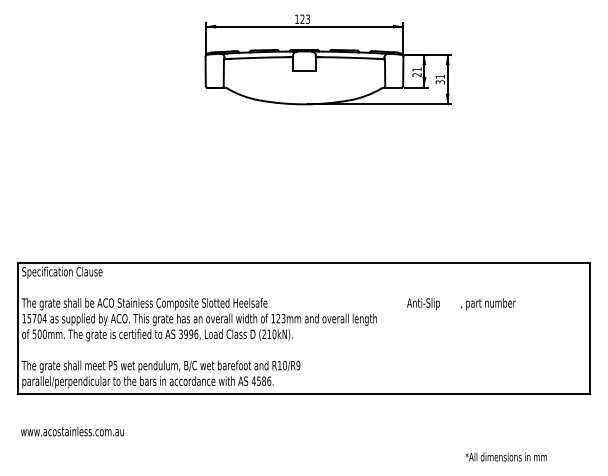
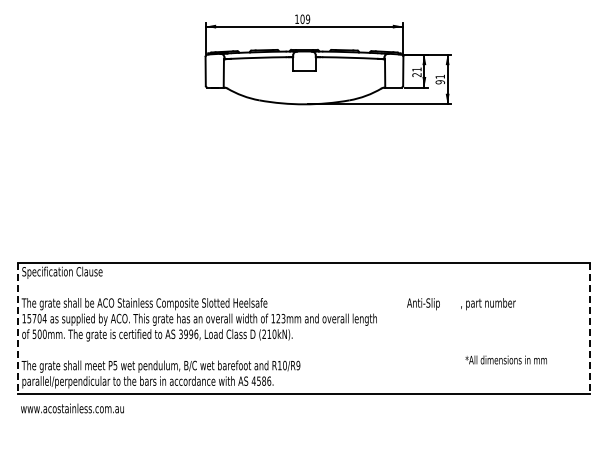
text at (305, 18): 123 -> 109
text at (439, 82): 31 -> 91
line at (18, 328): solid -> dashed
line at (589, 328): solid -> dashed
text at (72, 431) position: (72, 431) -> (72, 408)
text at (505, 456) position: (505, 456) -> (505, 359)
